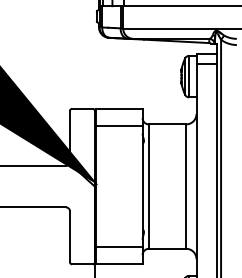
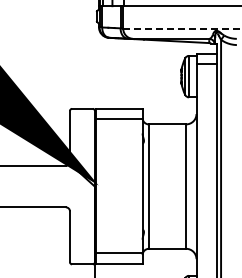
line at (182, 28): solid -> dashed
line at (118, 126) position: (118, 126) -> (118, 119)
line at (118, 247) position: (118, 247) -> (118, 253)
